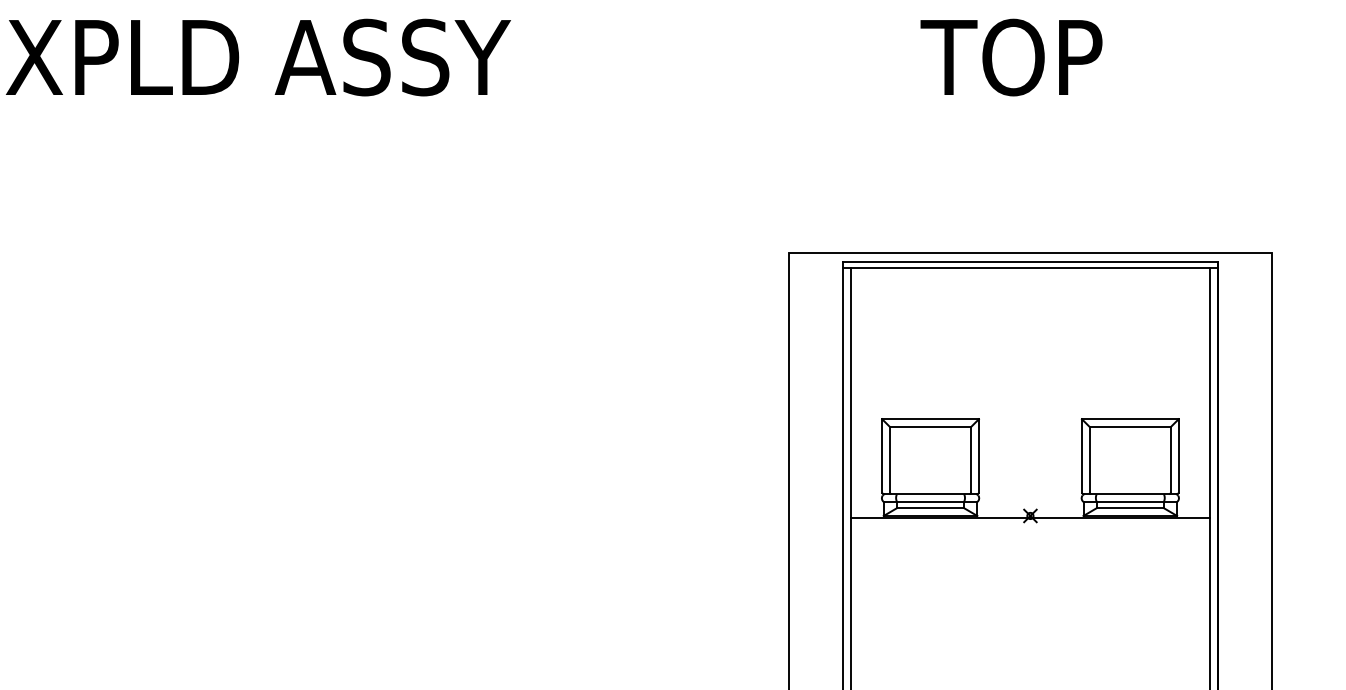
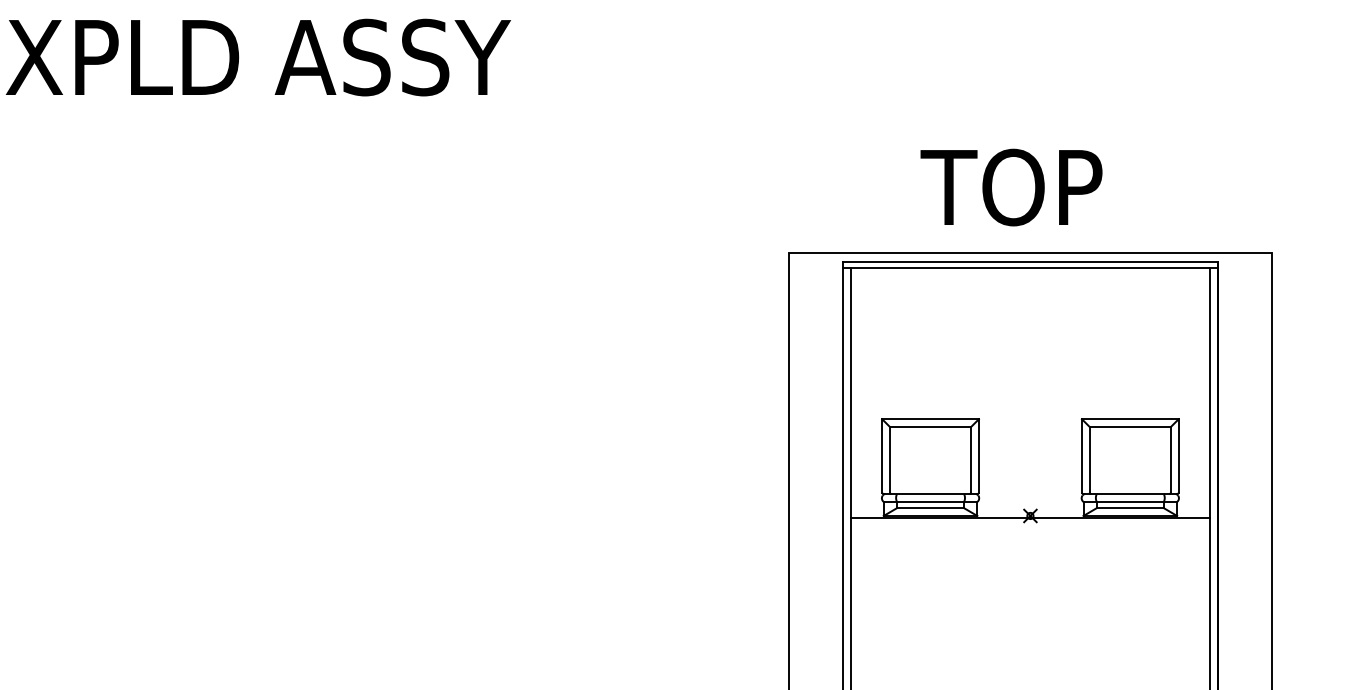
text at (1011, 57) position: (1011, 57) -> (1011, 187)
